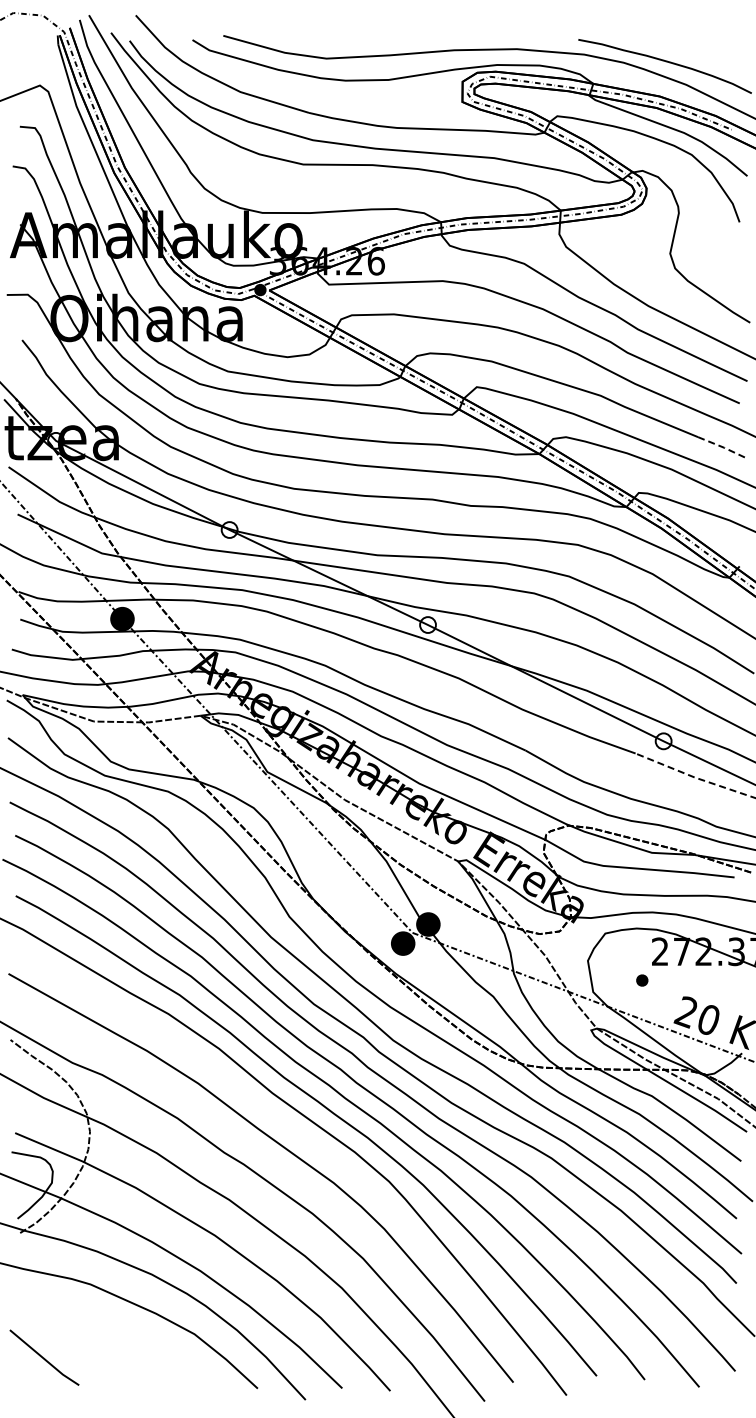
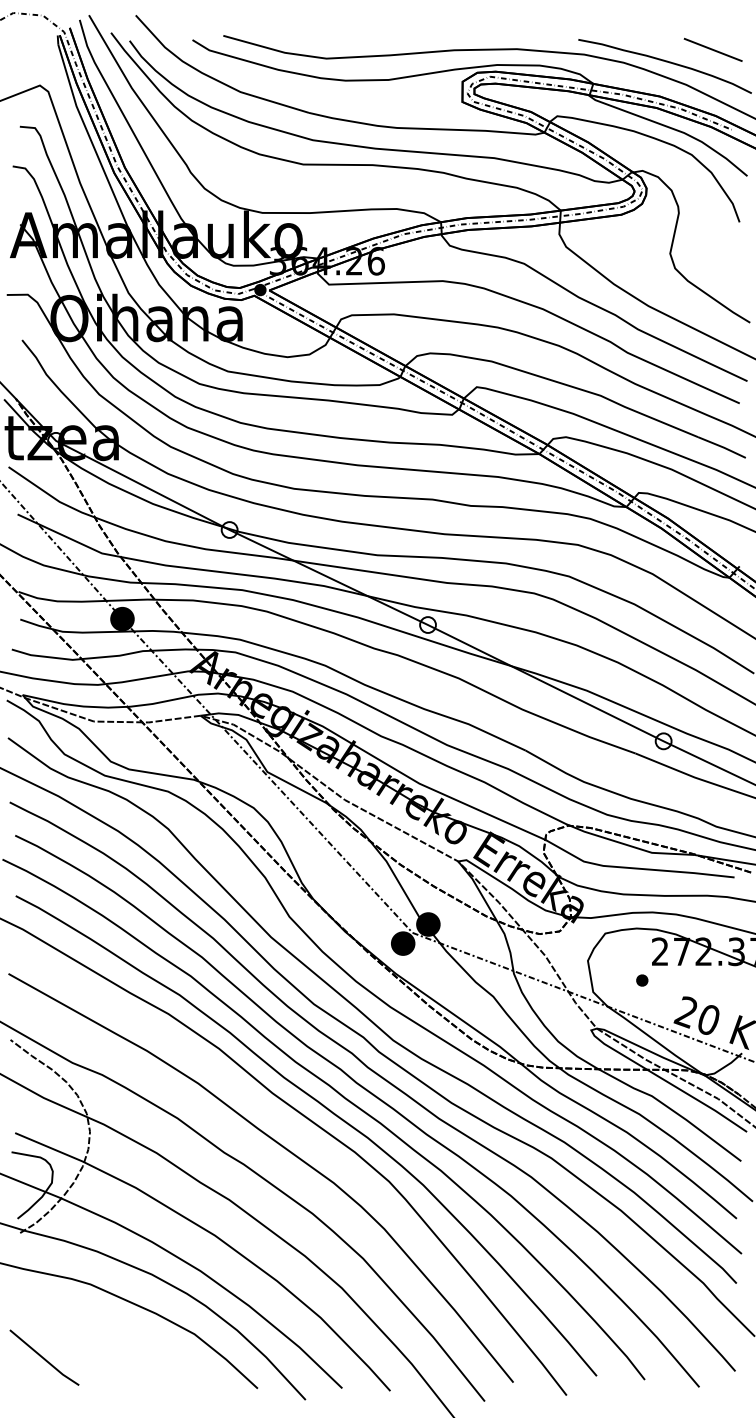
line at (712, 49): none -> present
line at (722, 447): dashed -> solid
line at (694, 777): dashed -> solid
